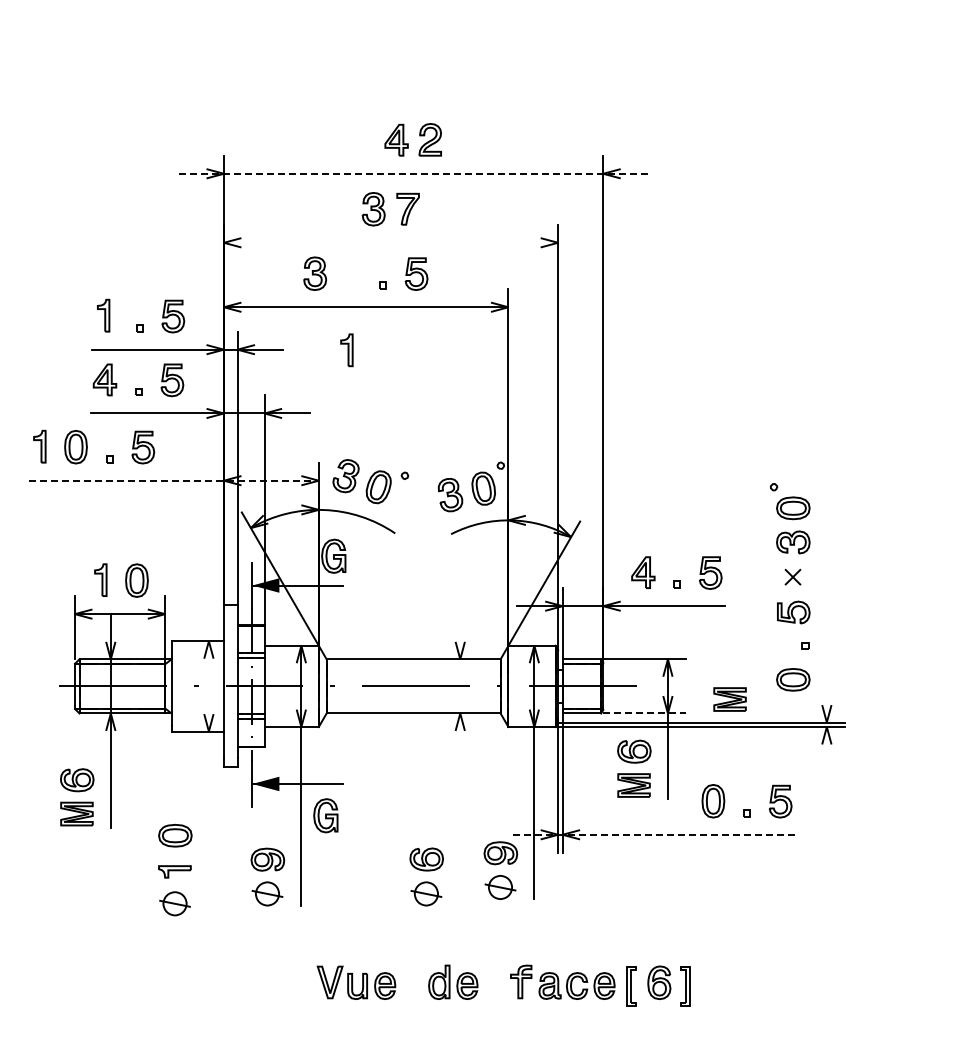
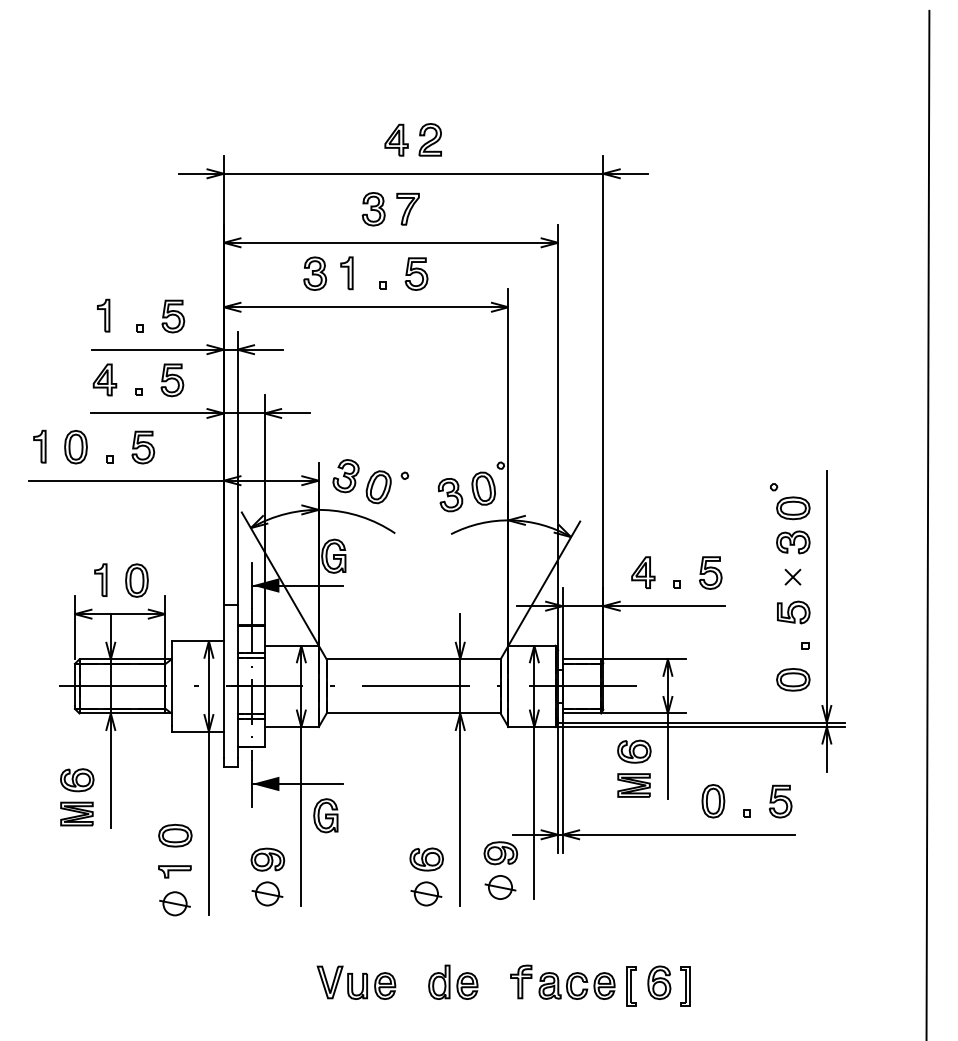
line at (413, 173): dashed -> solid
line at (390, 242): none -> present
part at (346, 350) position: (346, 350) -> (346, 273)
line at (174, 480): dashed -> solid
line at (927, 523): none -> present
line at (826, 621): none -> present
part at (729, 699): present -> none
line at (645, 713): dashed -> solid
line at (460, 759): none -> present
line at (208, 778): none -> present
line at (653, 834): dashed -> solid
